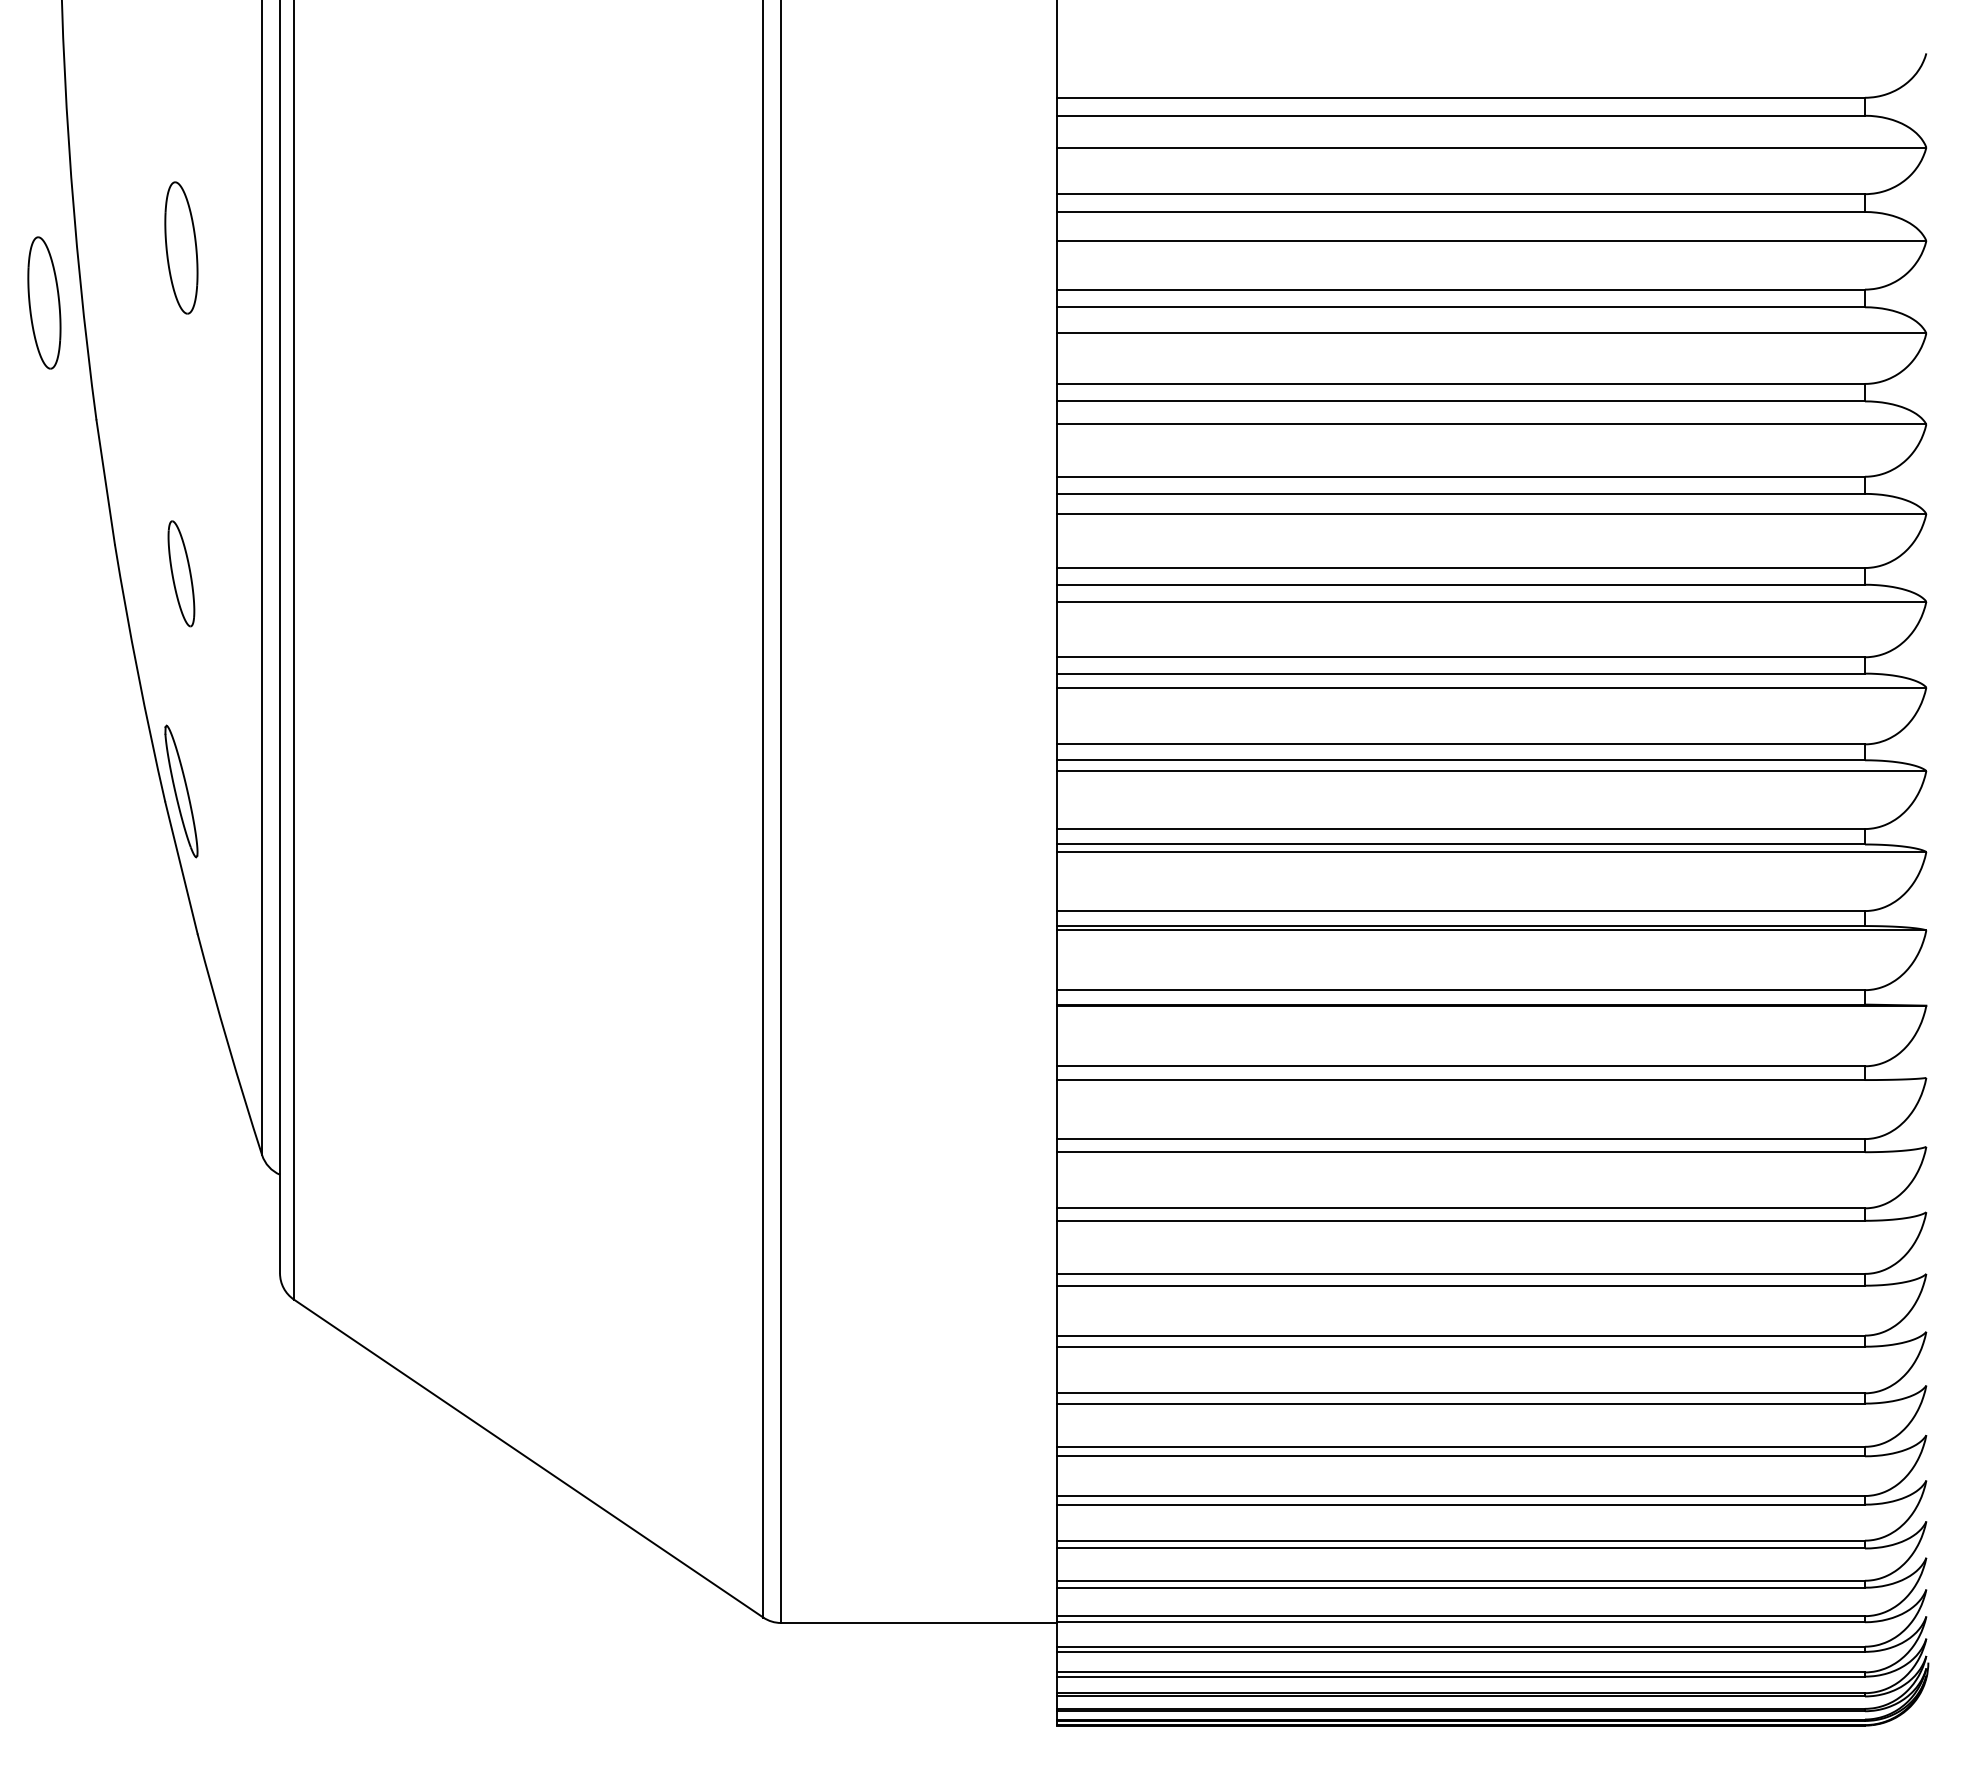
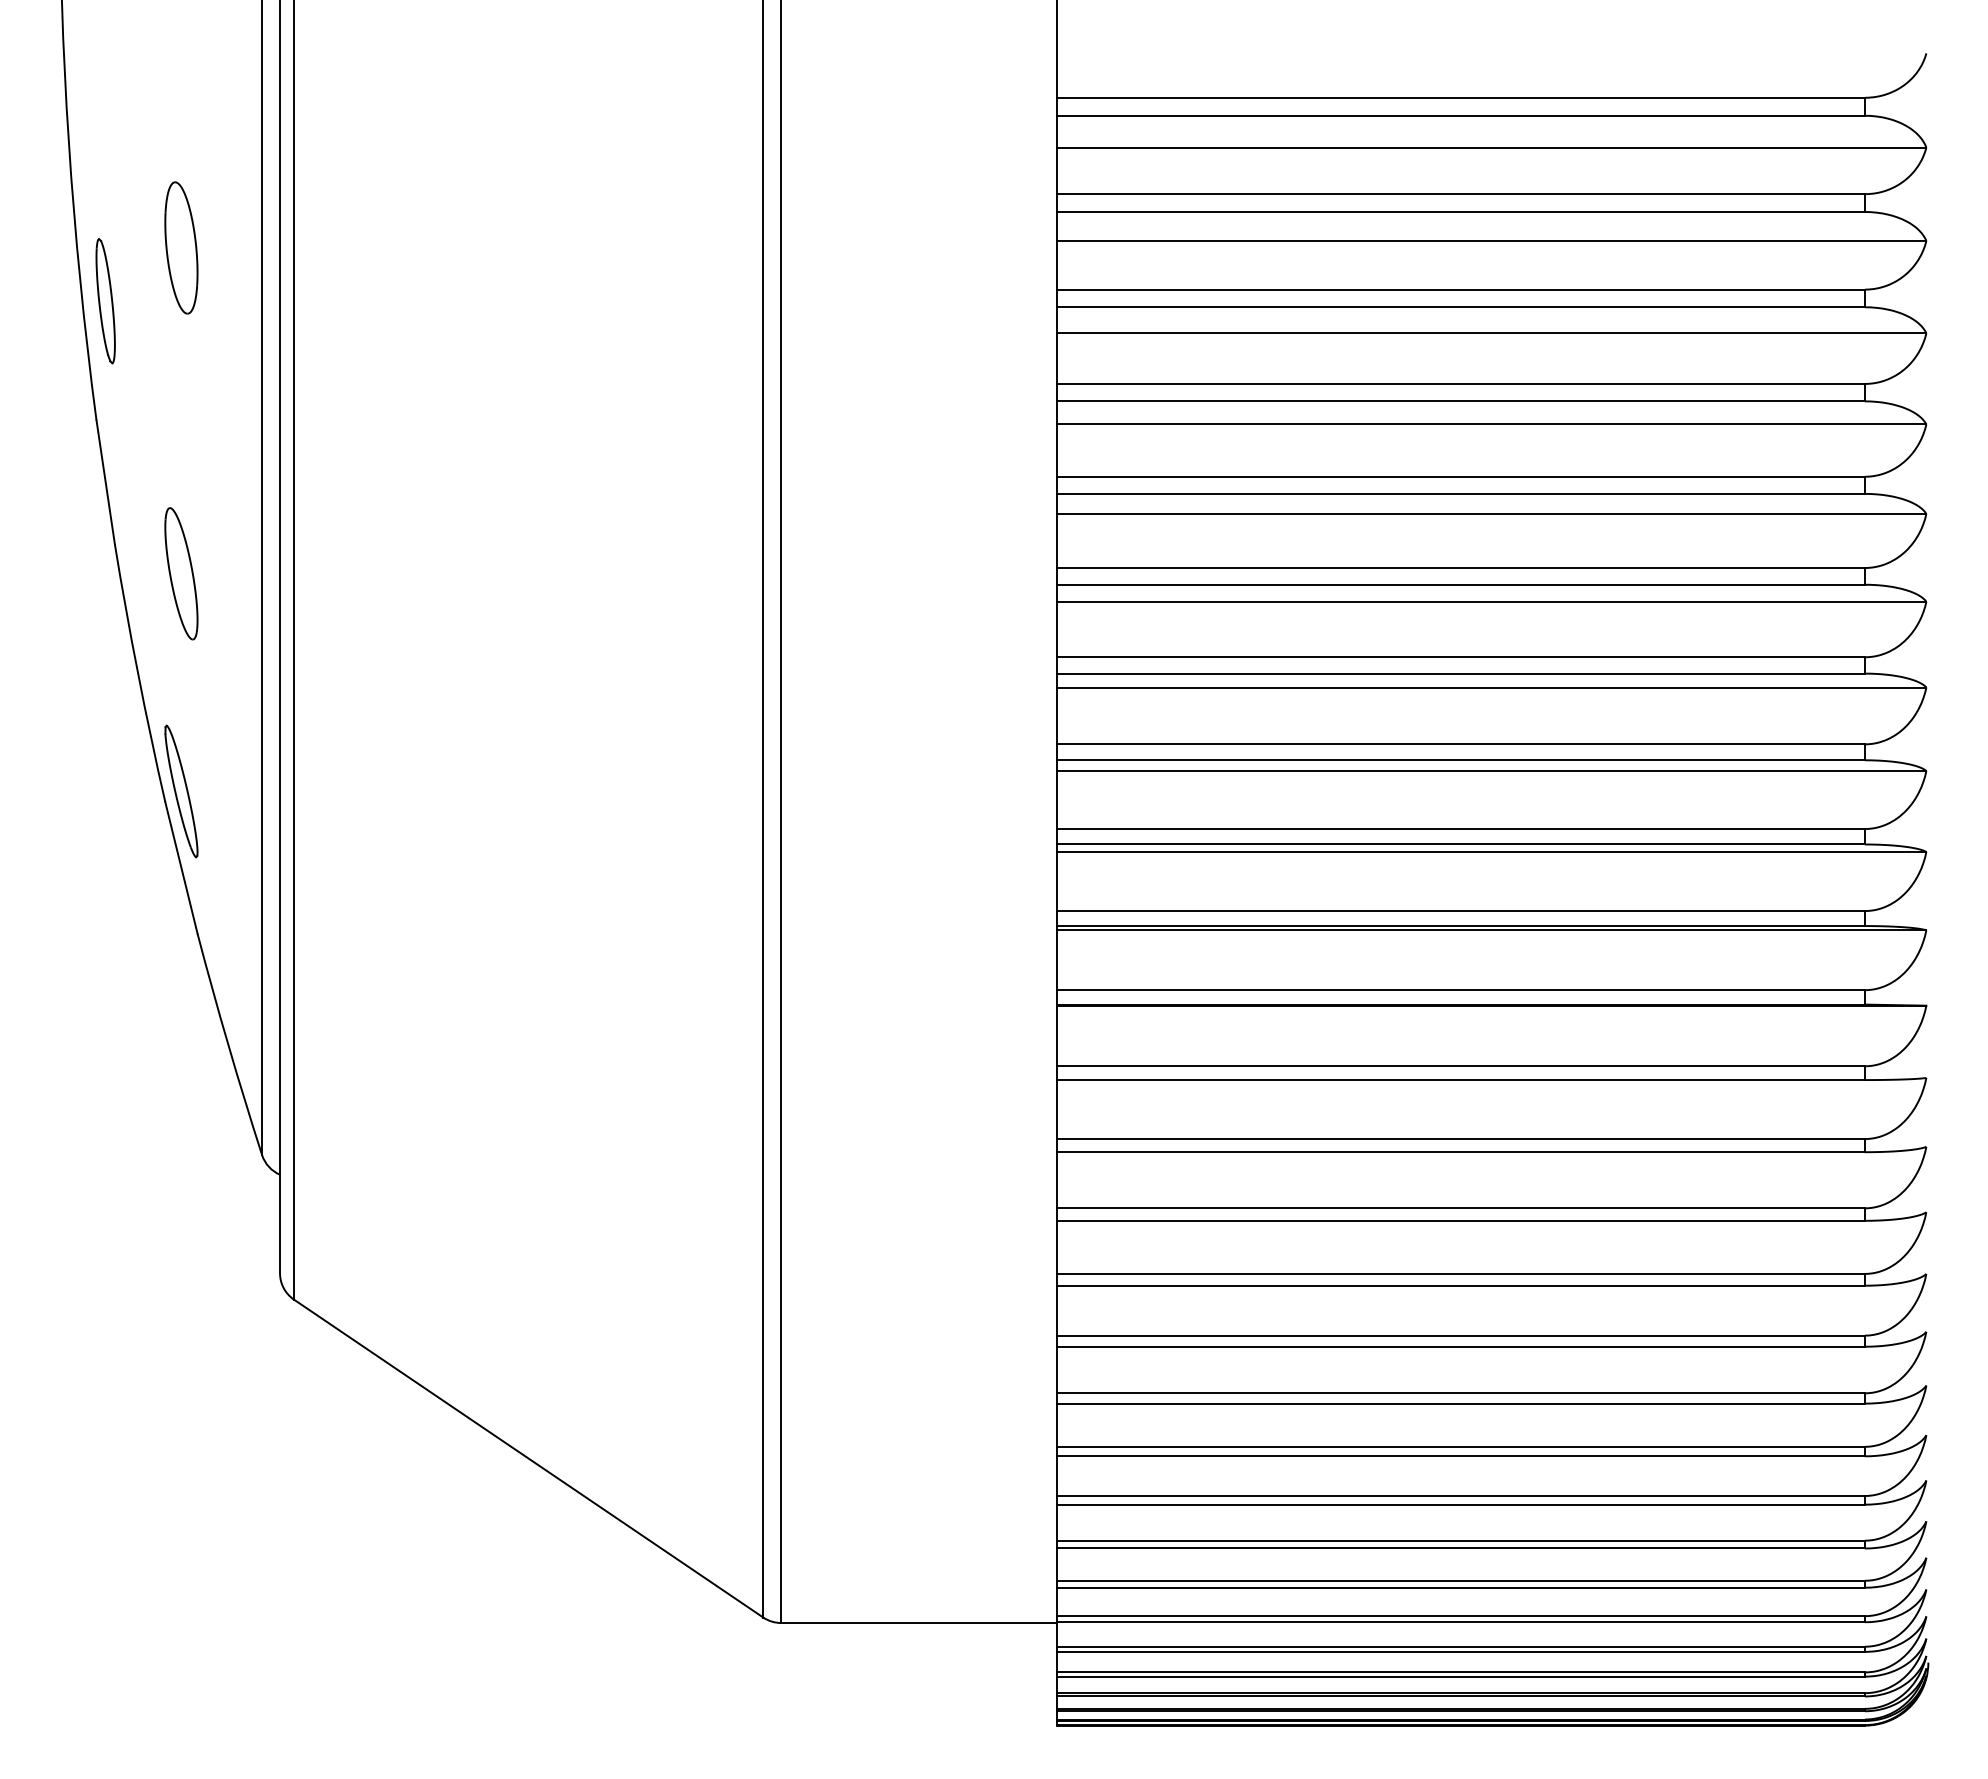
part at (105, 301): none -> present
part at (44, 302): present -> none
part at (181, 573) size: 29x108 px -> 35x134 px
